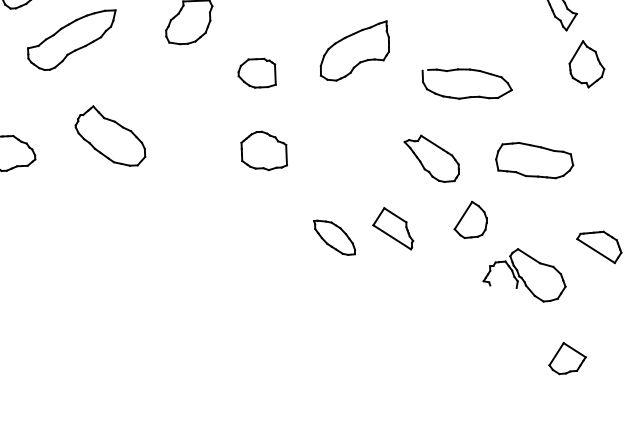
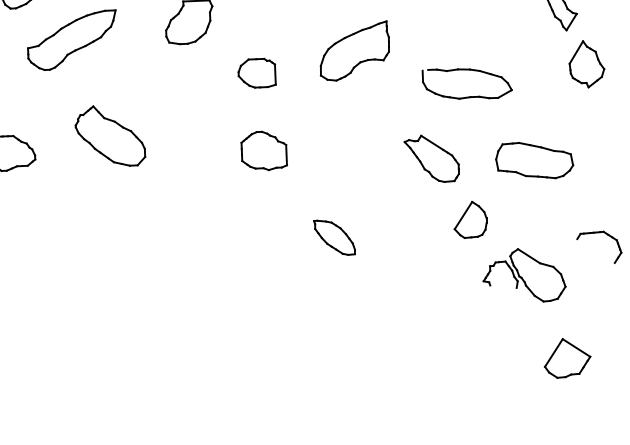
part at (393, 228): present -> none
line at (595, 250): present -> none
part at (567, 358) size: 39x34 px -> 49x41 px
